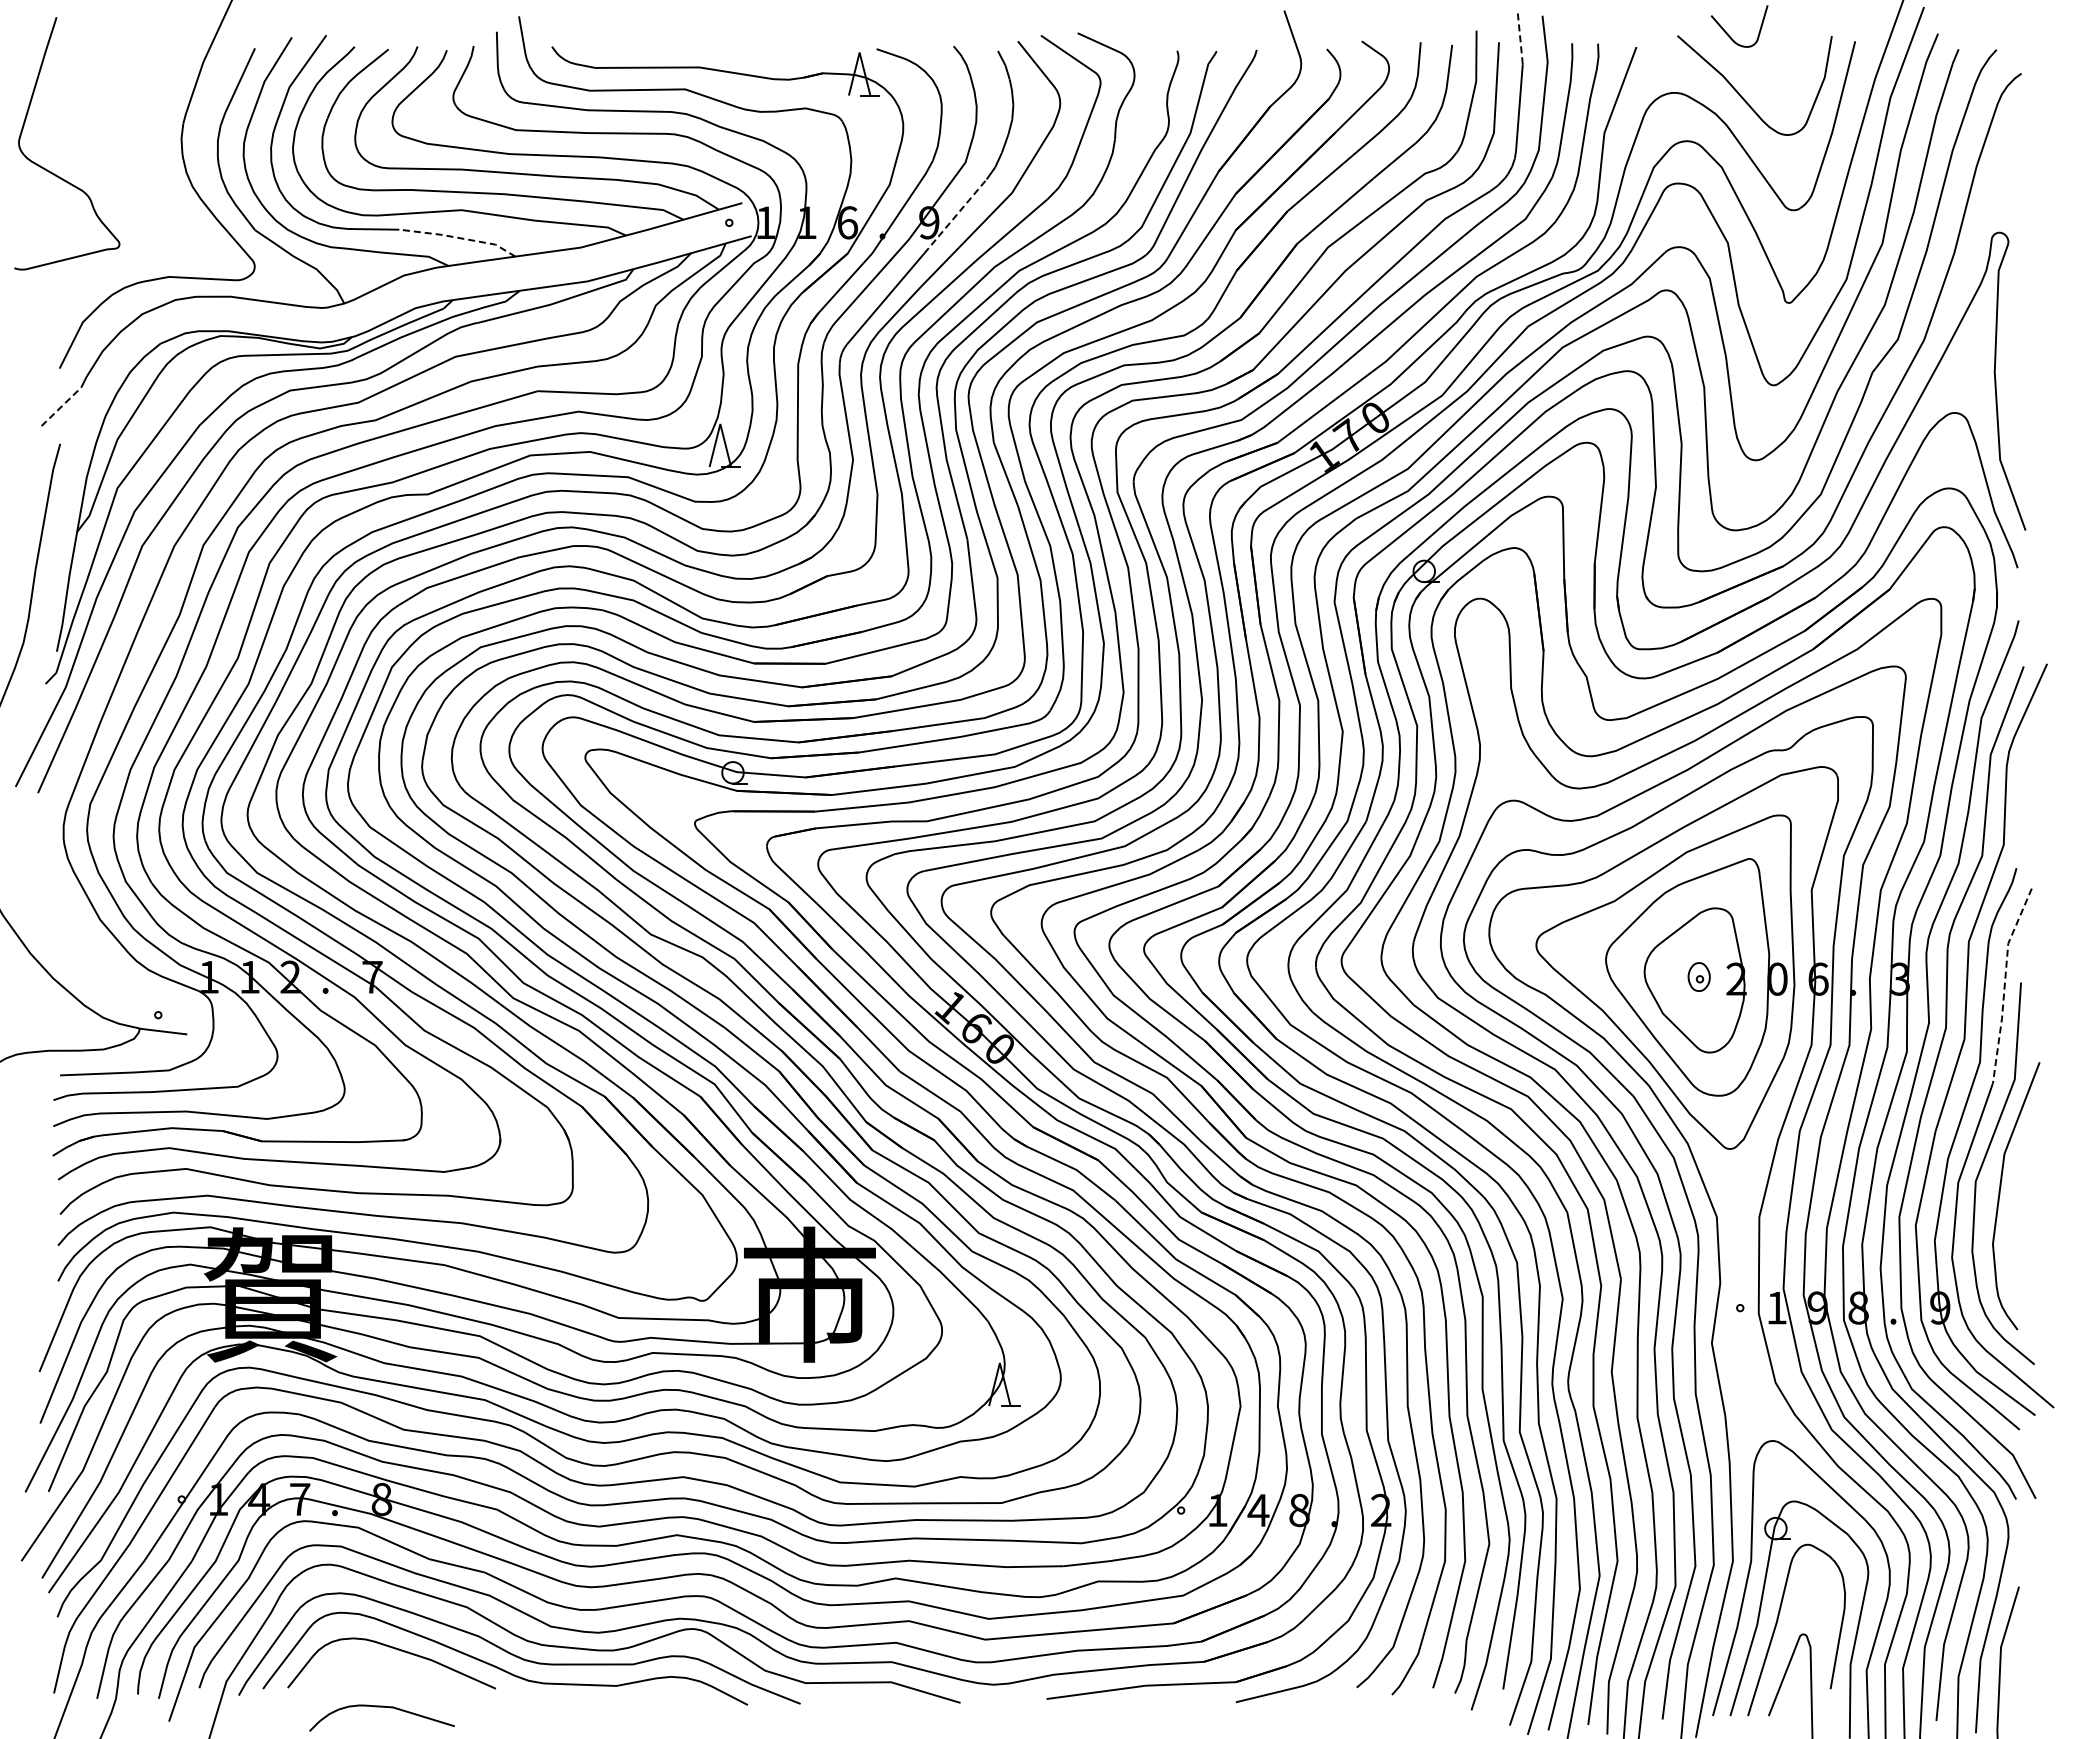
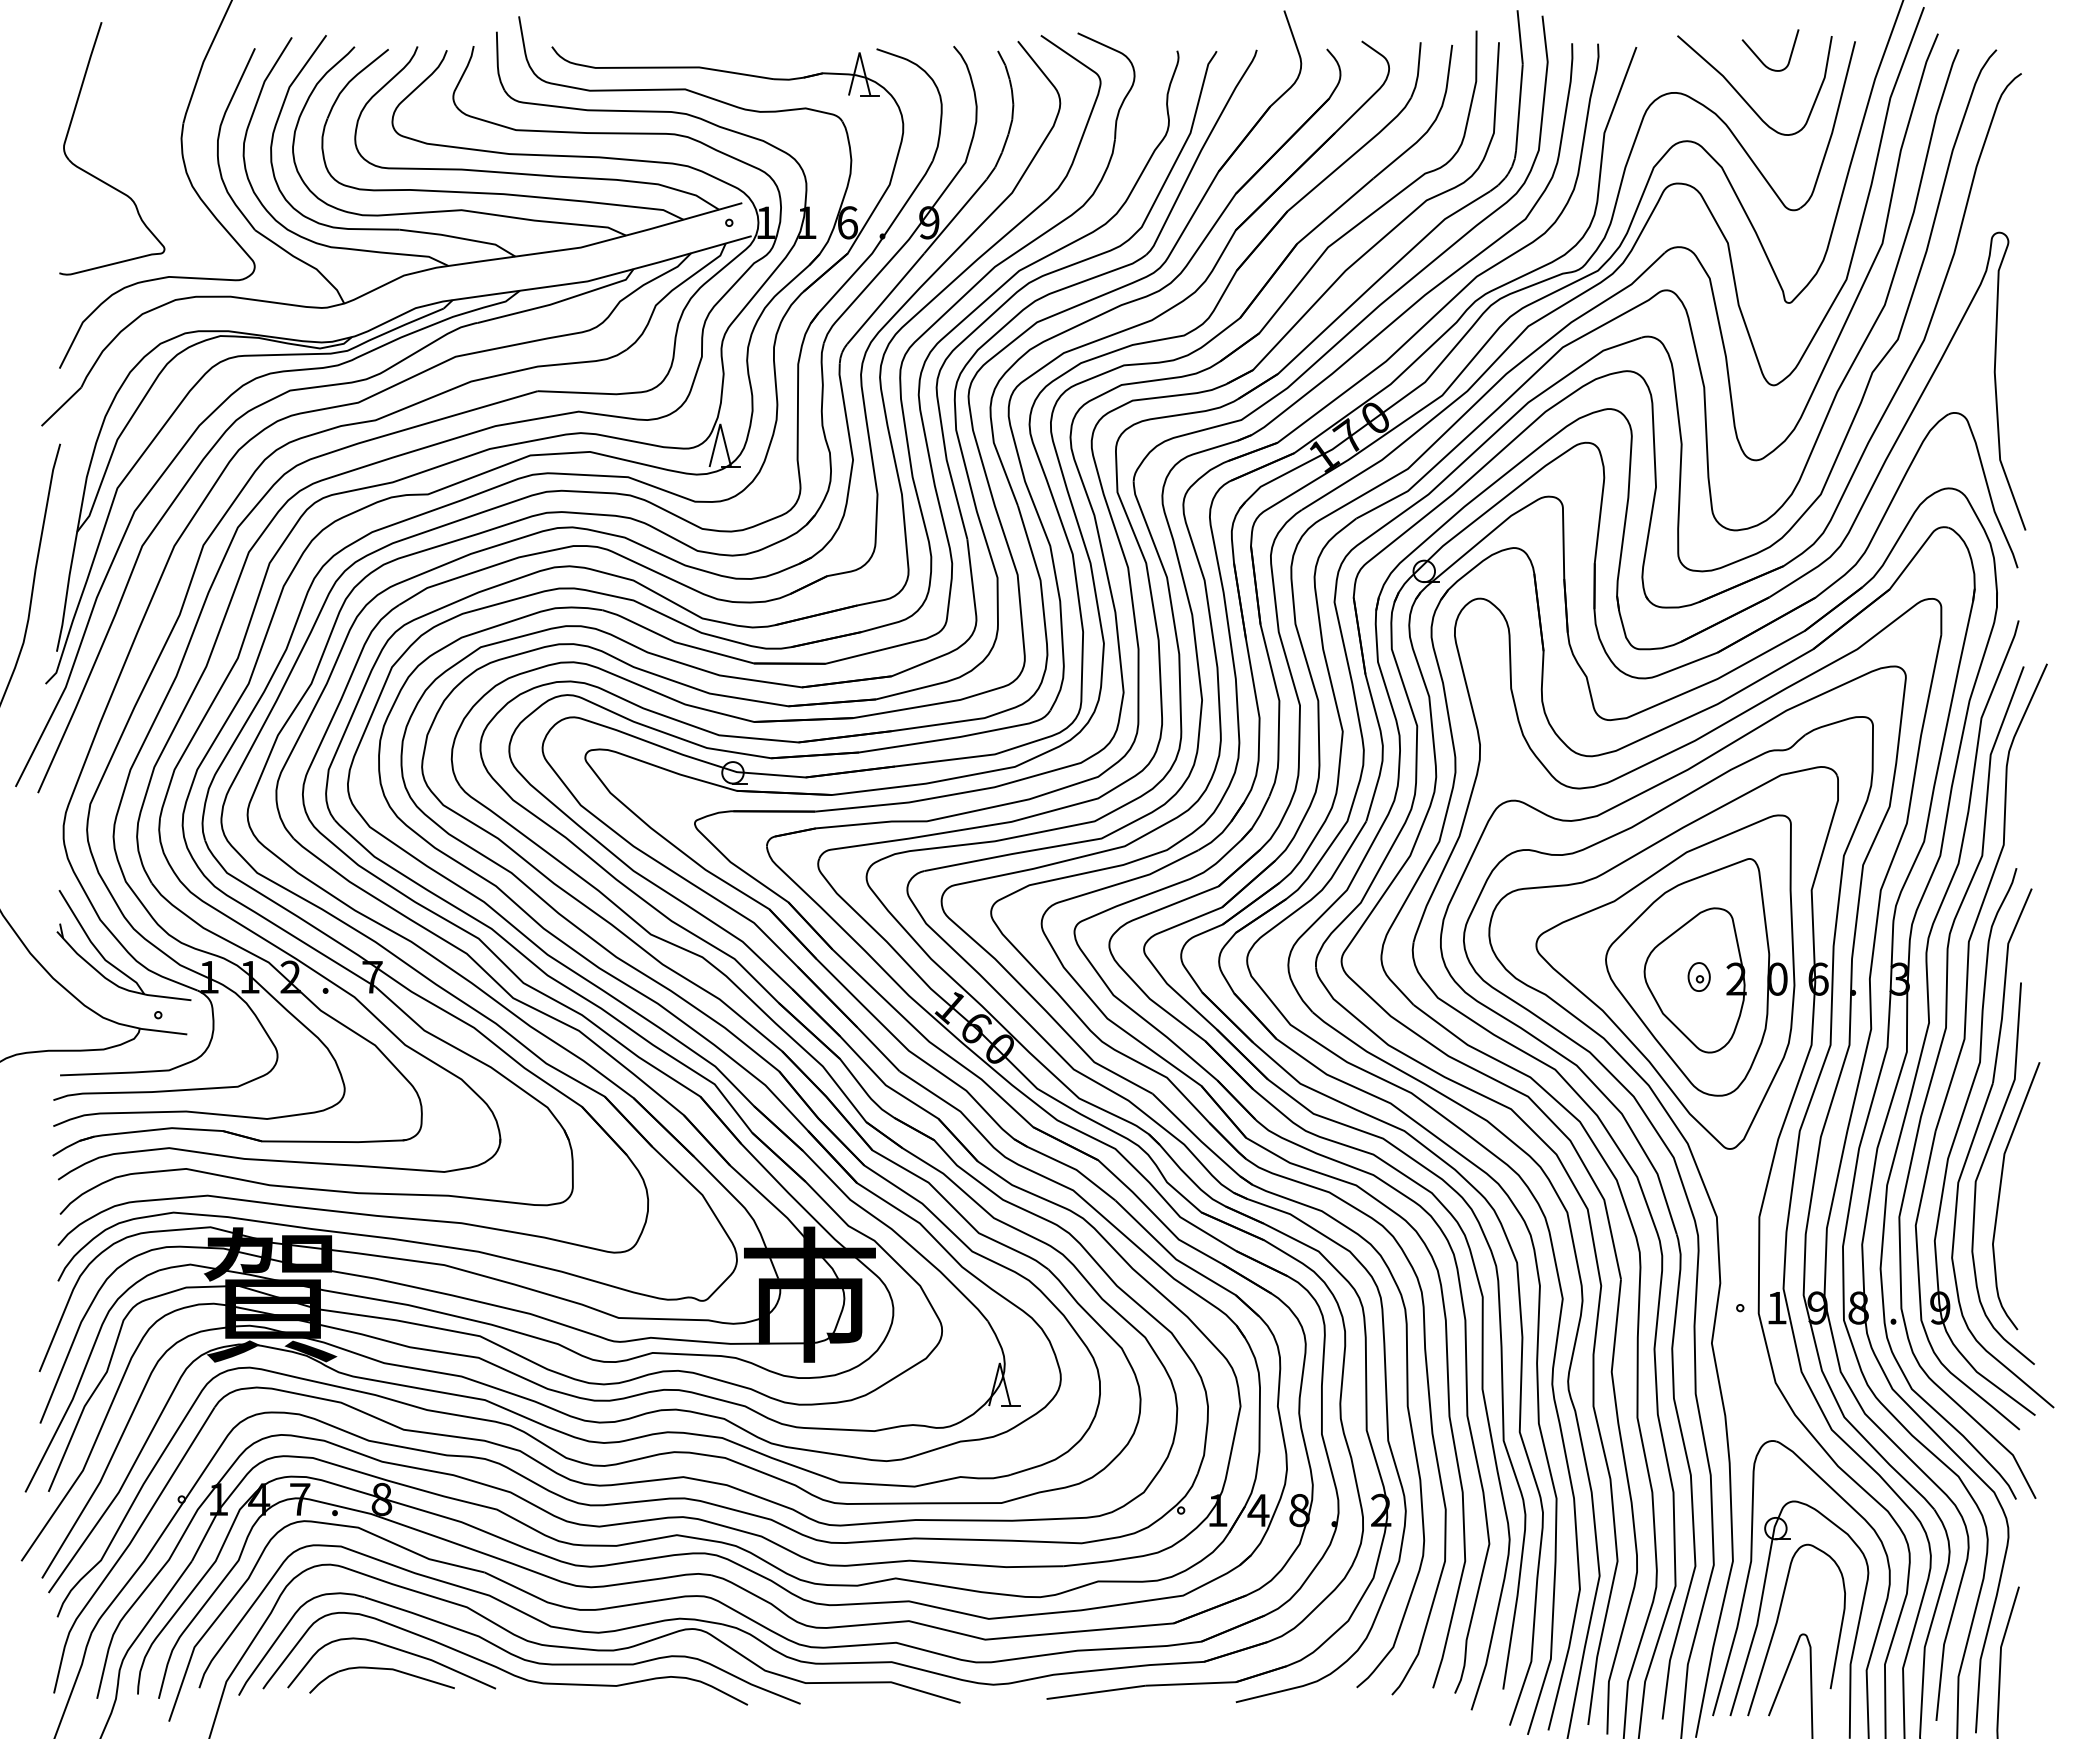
curve at (1728, 33) position: (1728, 33) -> (1759, 57)
line at (1520, 36): dashed -> solid
part at (51, 171) position: (51, 171) -> (96, 176)
line at (955, 216): dashed -> solid
line at (458, 237): dashed -> solid
line at (61, 406): dashed -> solid
part at (110, 962): none -> present
line at (2004, 984): dashed -> solid
part at (381, 1707) position: (381, 1707) -> (381, 1669)
